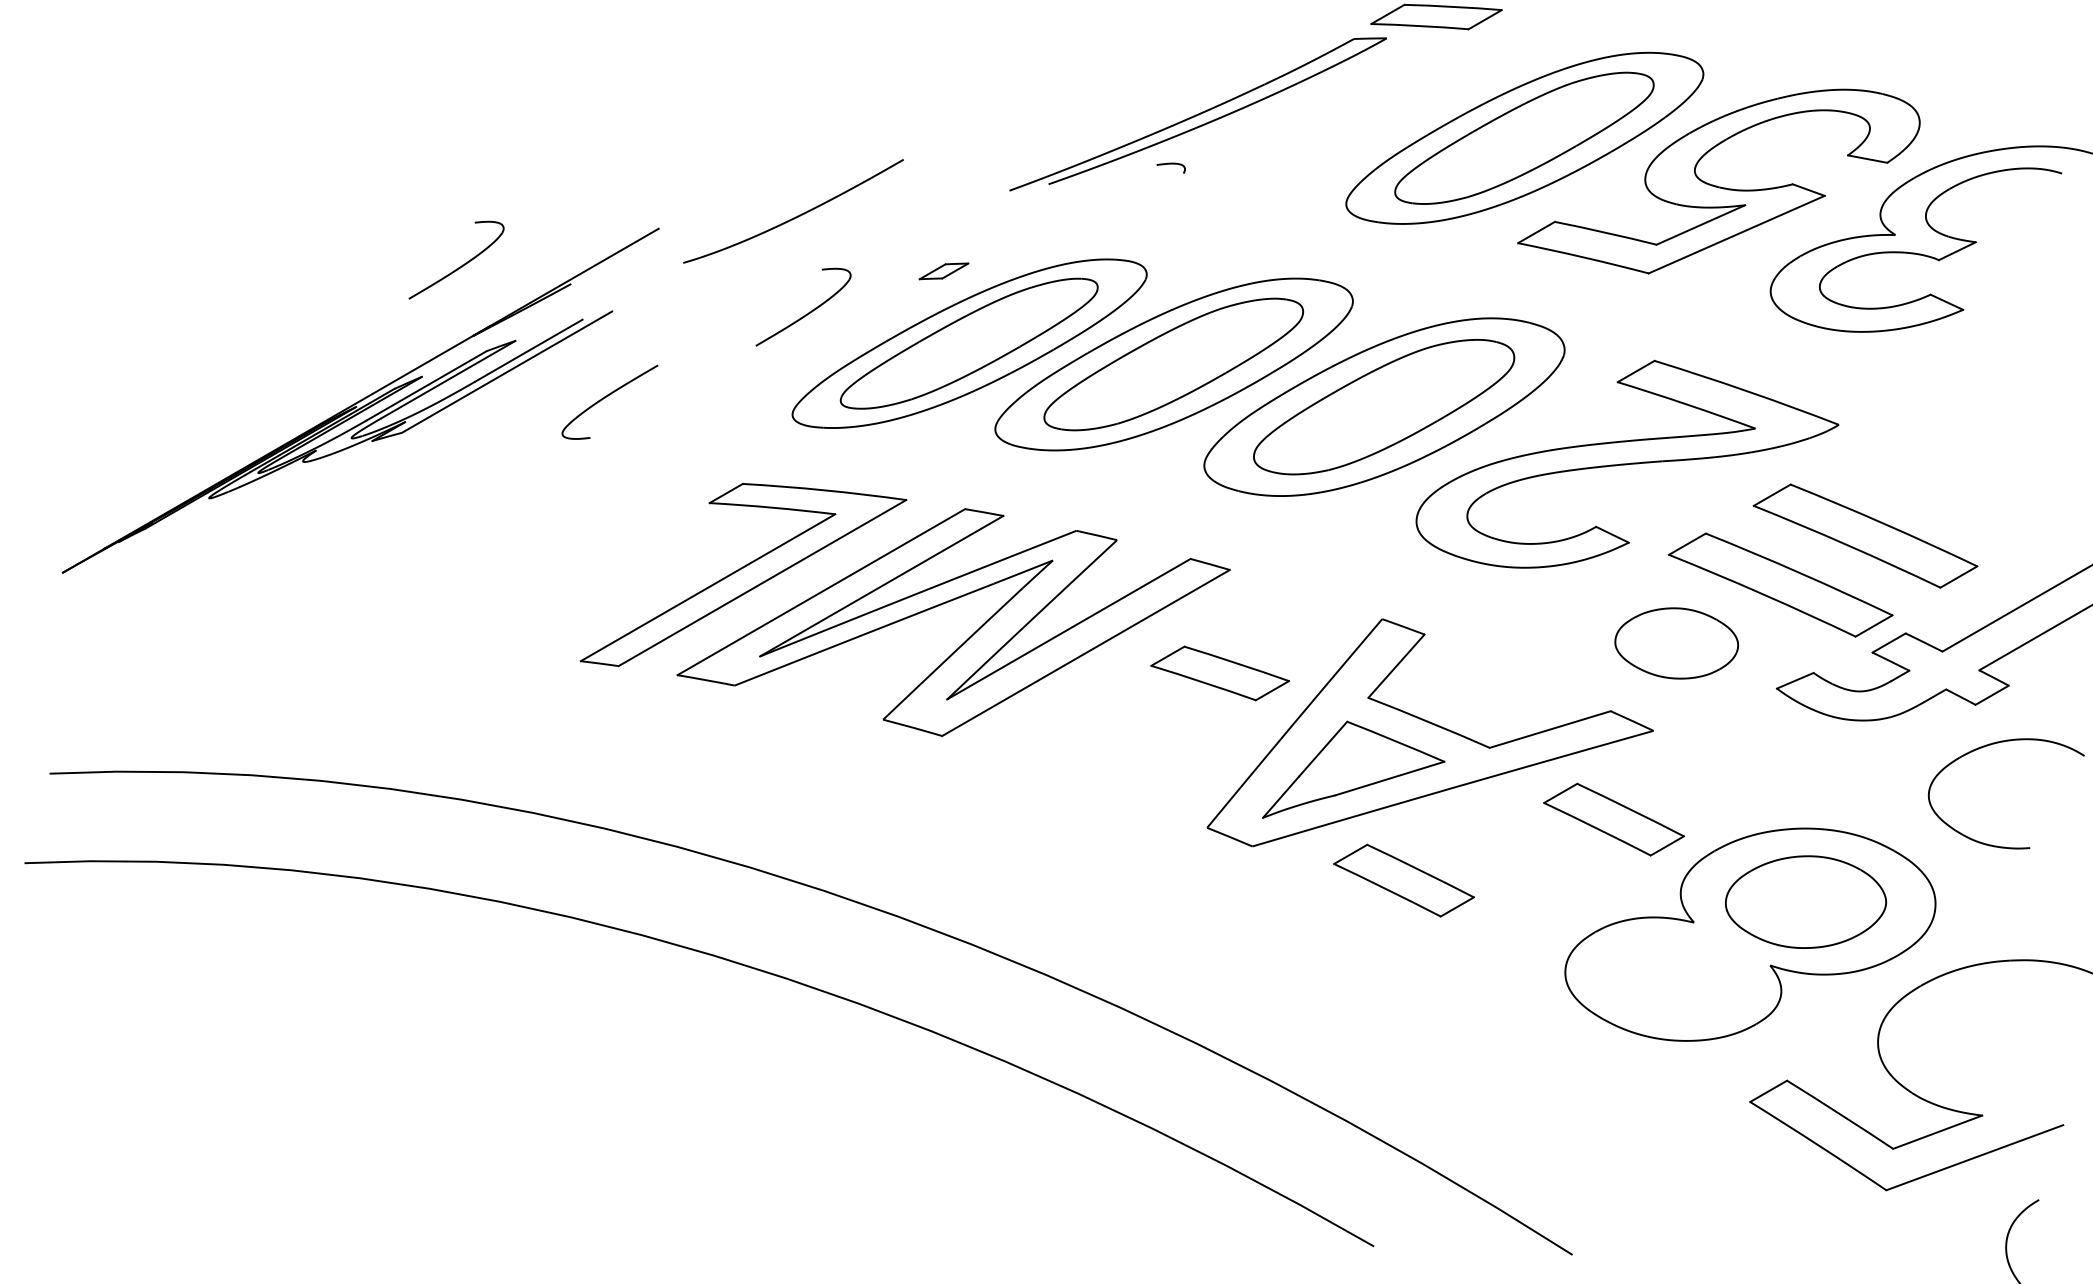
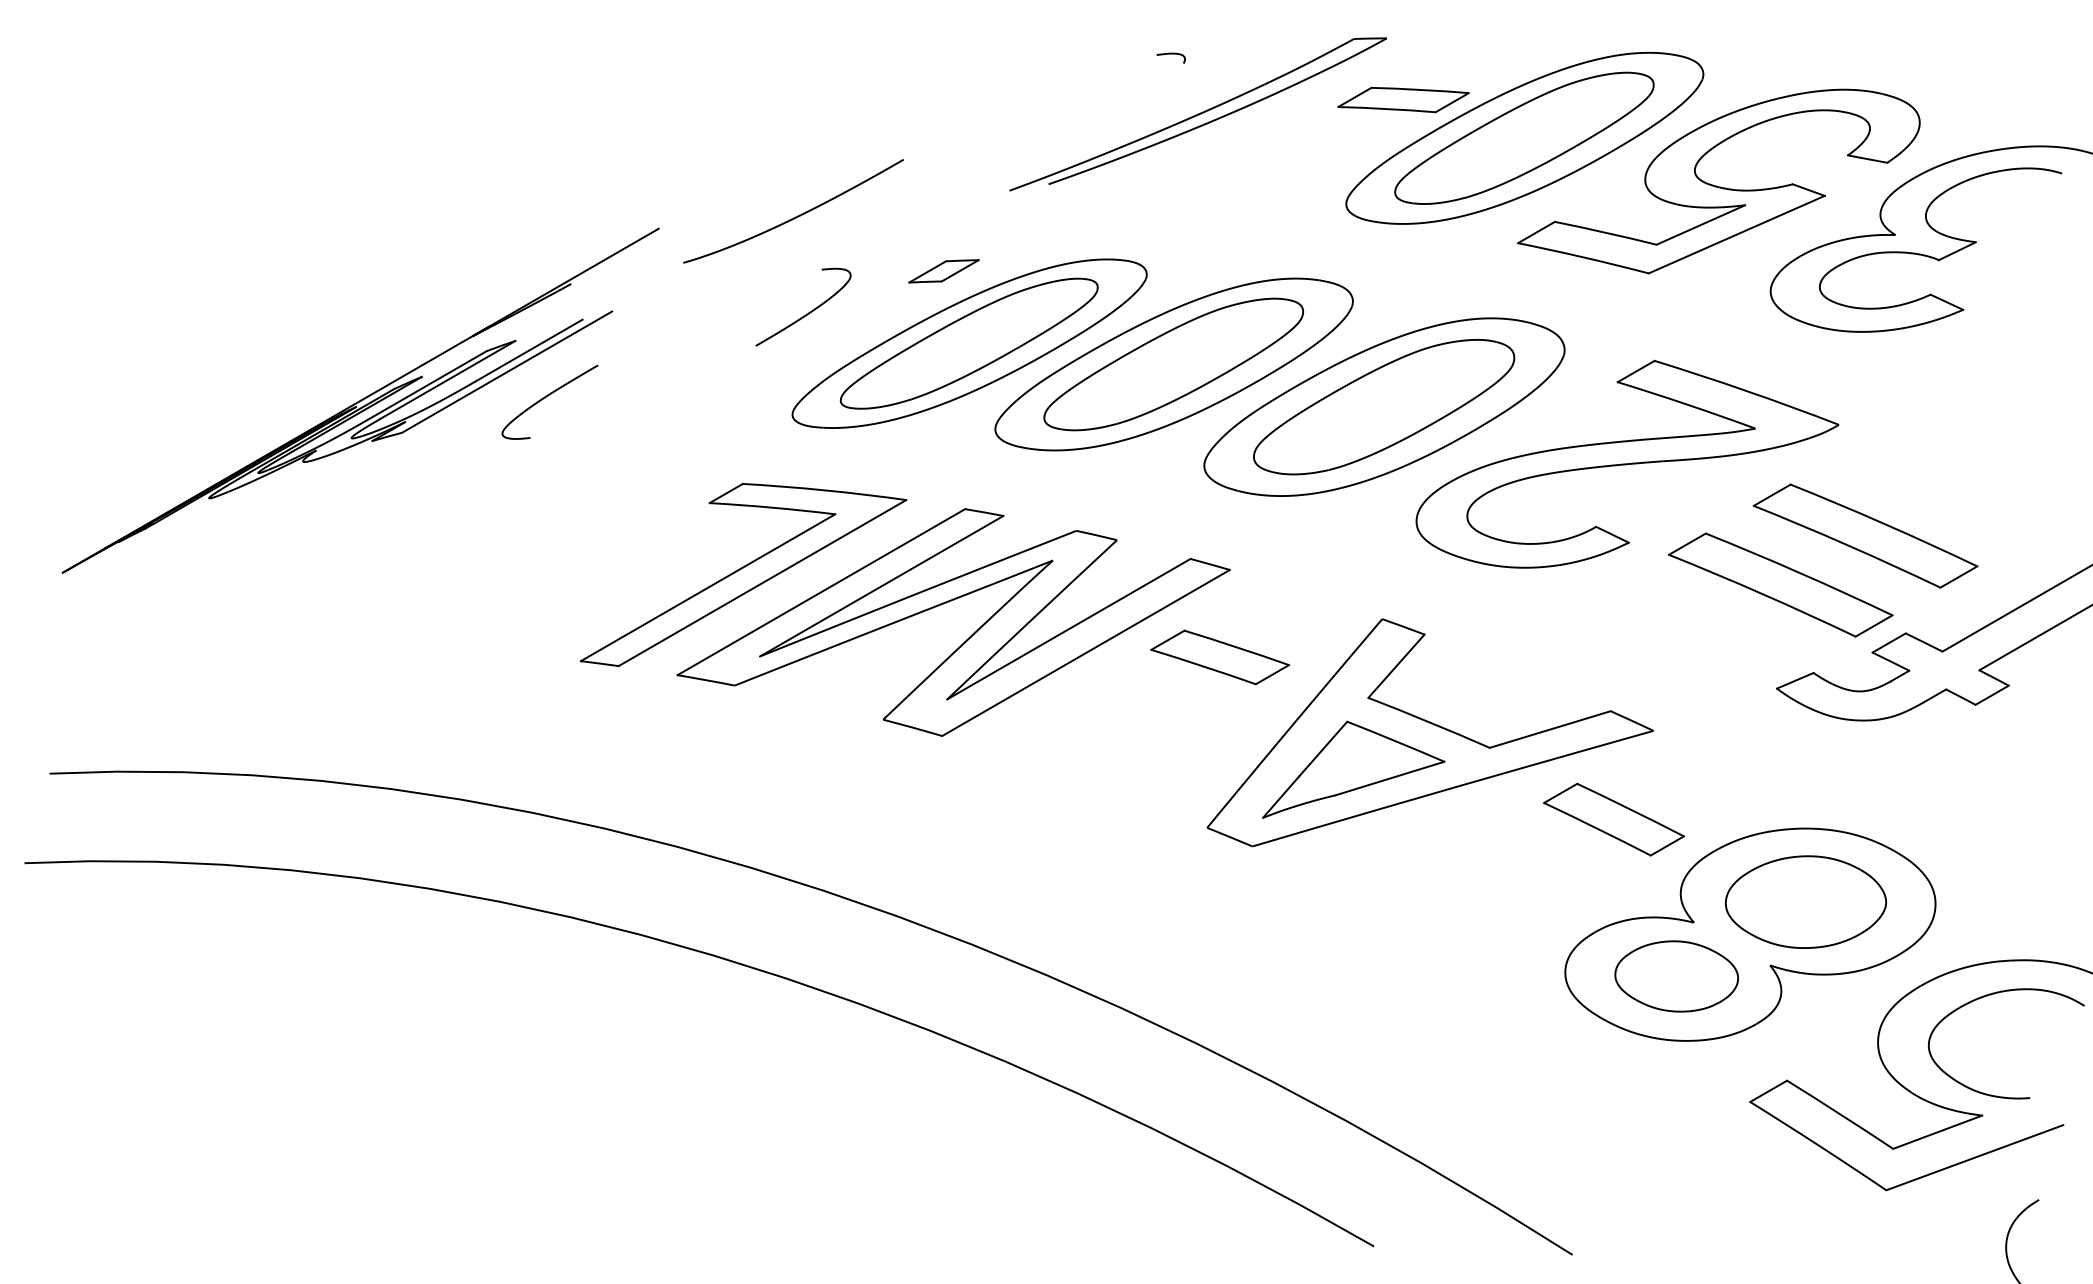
part at (1436, 16) position: (1436, 16) -> (1403, 99)
curve at (1170, 164) position: (1170, 164) -> (1170, 54)
part at (459, 266): present -> none
part at (943, 271) size: 52x19 px -> 72x25 px
curve at (606, 397) position: (606, 397) -> (546, 397)
part at (1676, 643) position: (1676, 643) -> (1676, 976)
part at (1220, 673) position: (1220, 673) -> (1220, 657)
part at (1994, 744) position: (1994, 744) -> (1994, 994)
part at (1403, 880): present -> none
